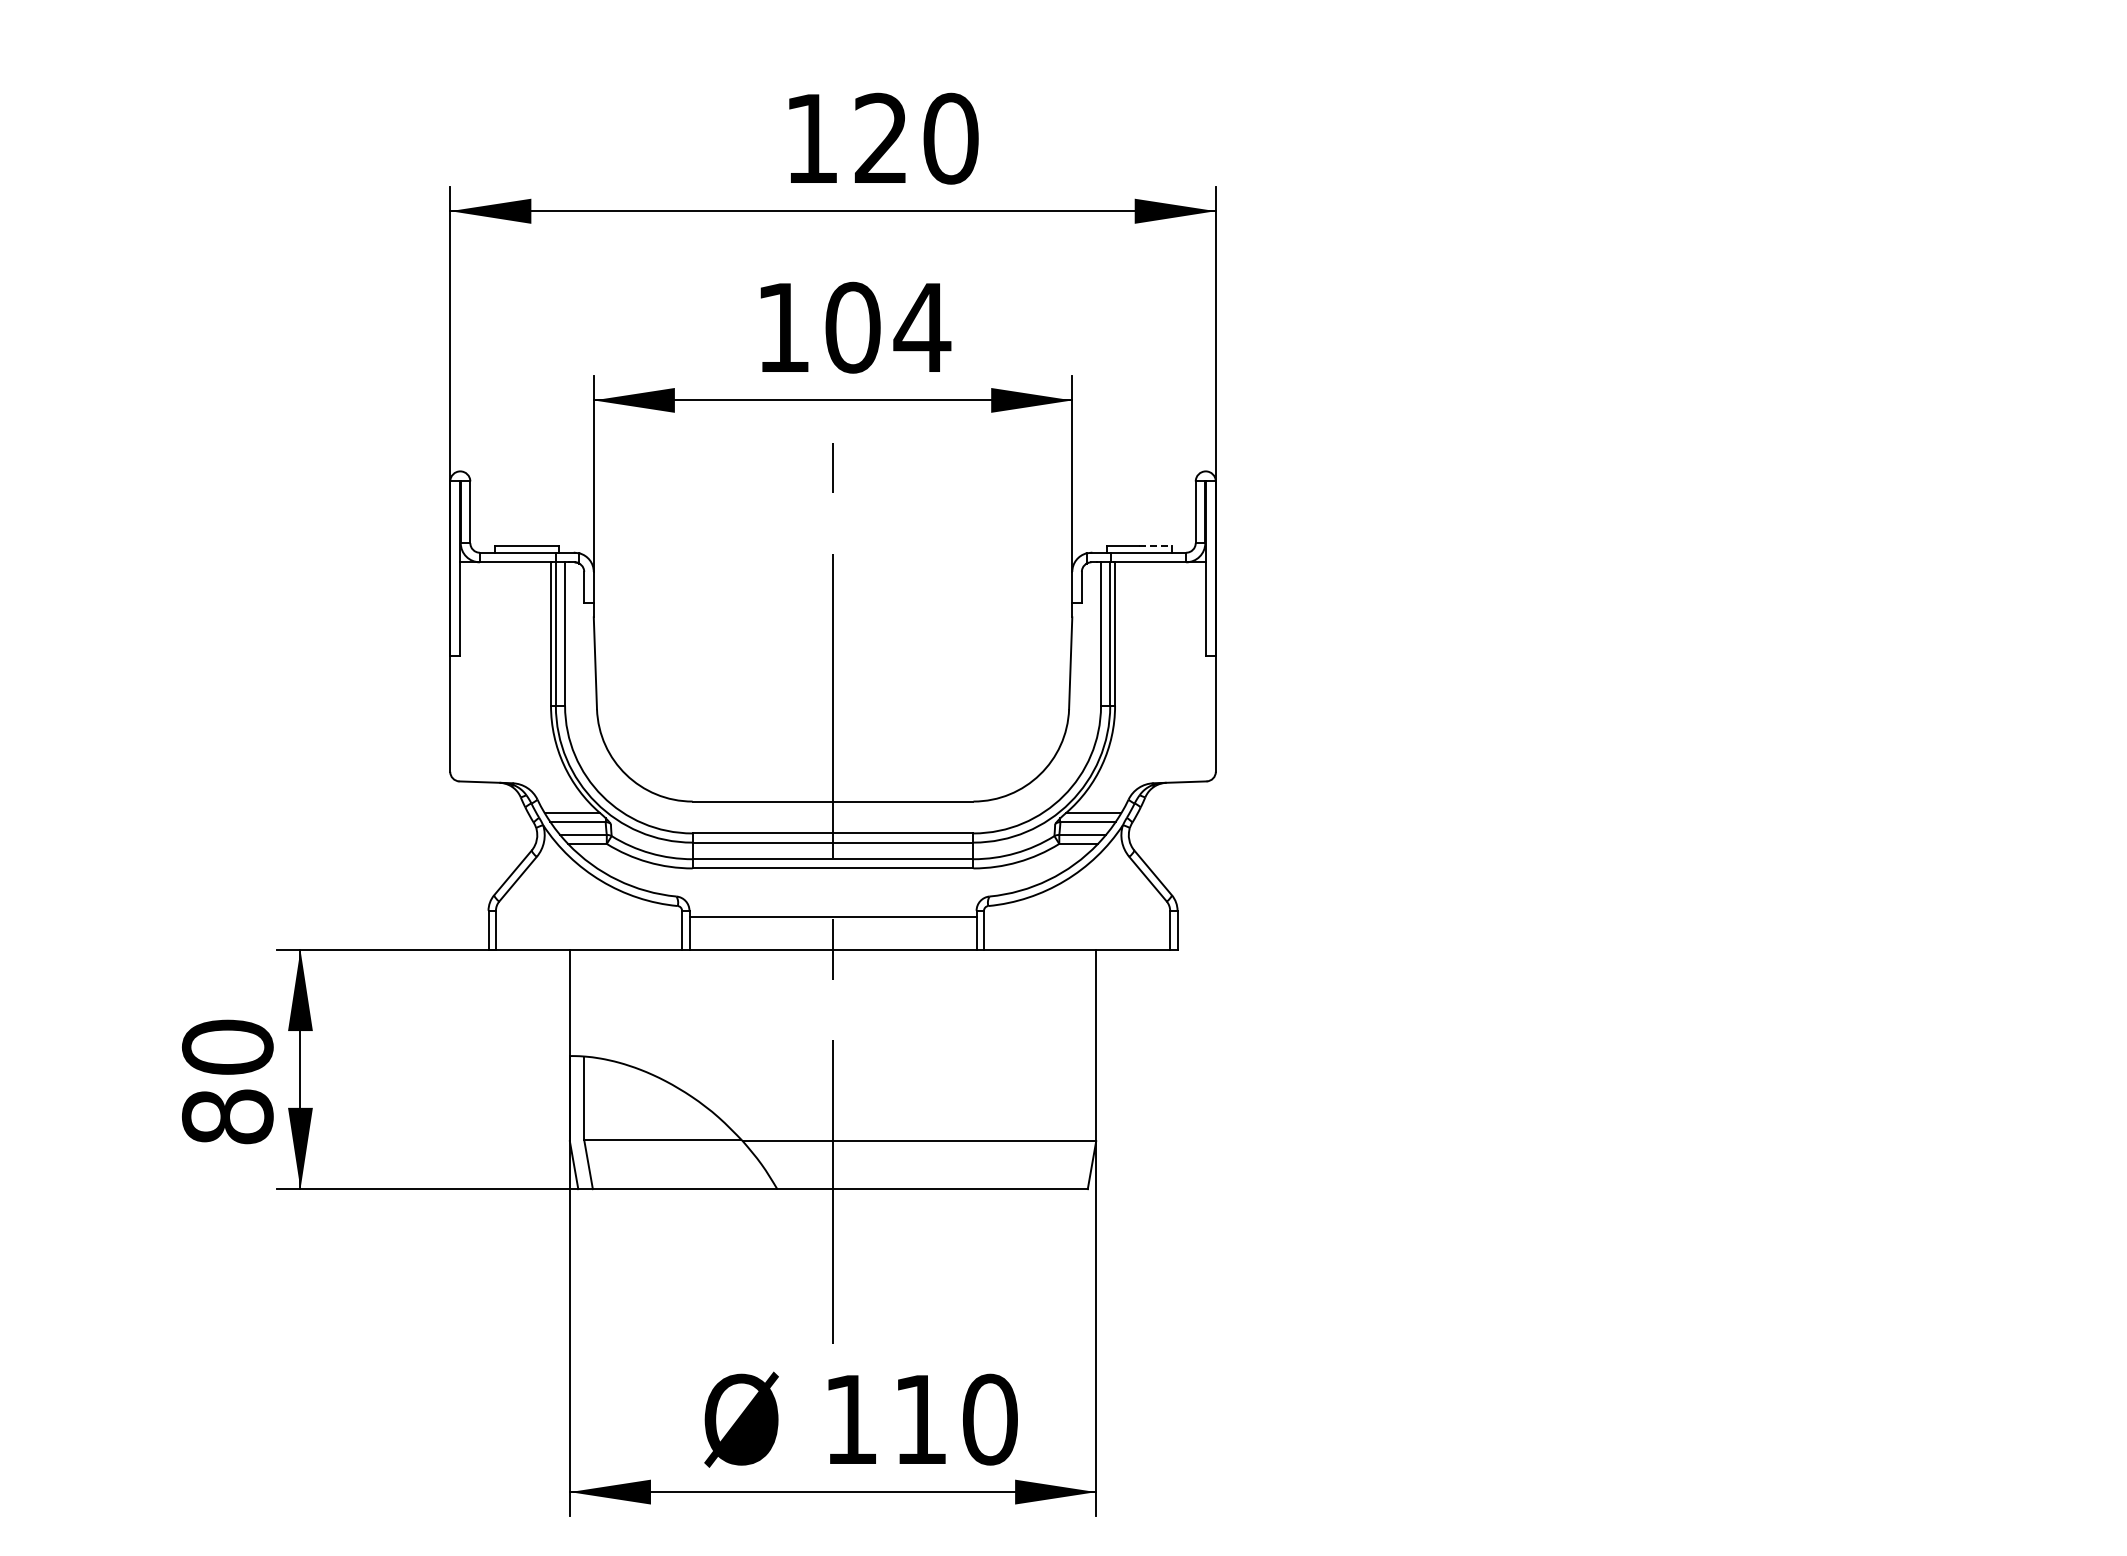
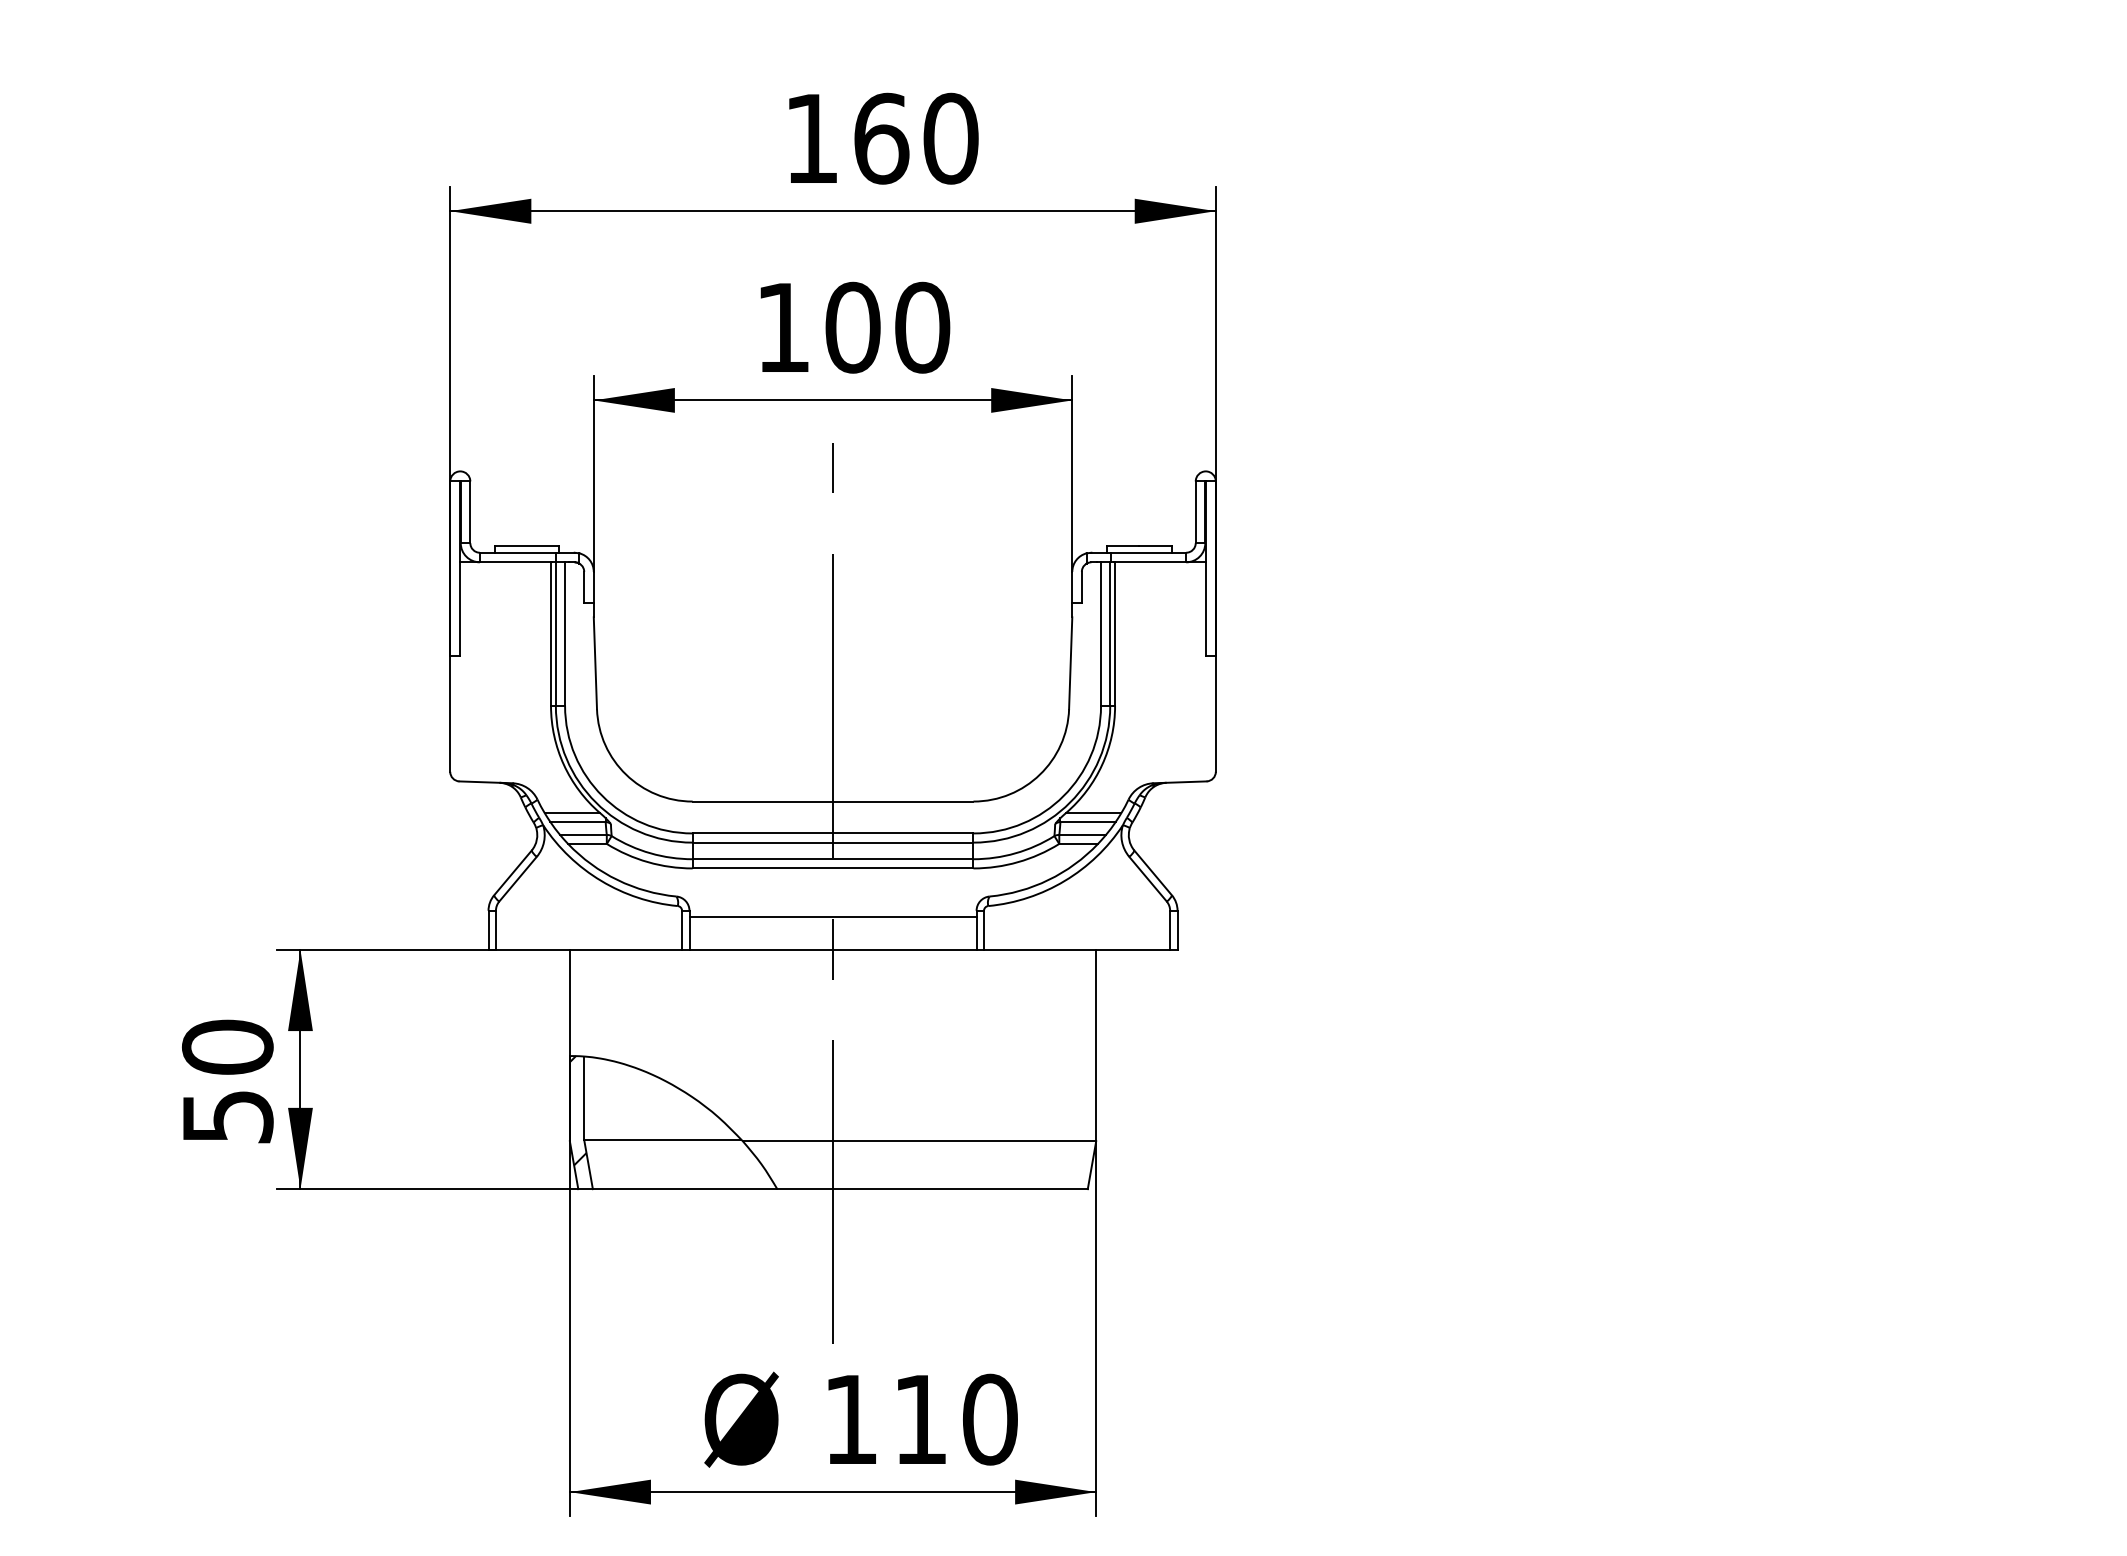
text at (881, 138): 120 -> 160
text at (922, 327): 104 -> 100
line at (1155, 545): dashed -> solid
hatch at (577, 1110): none -> present
text at (227, 1116): 80 -> 50
